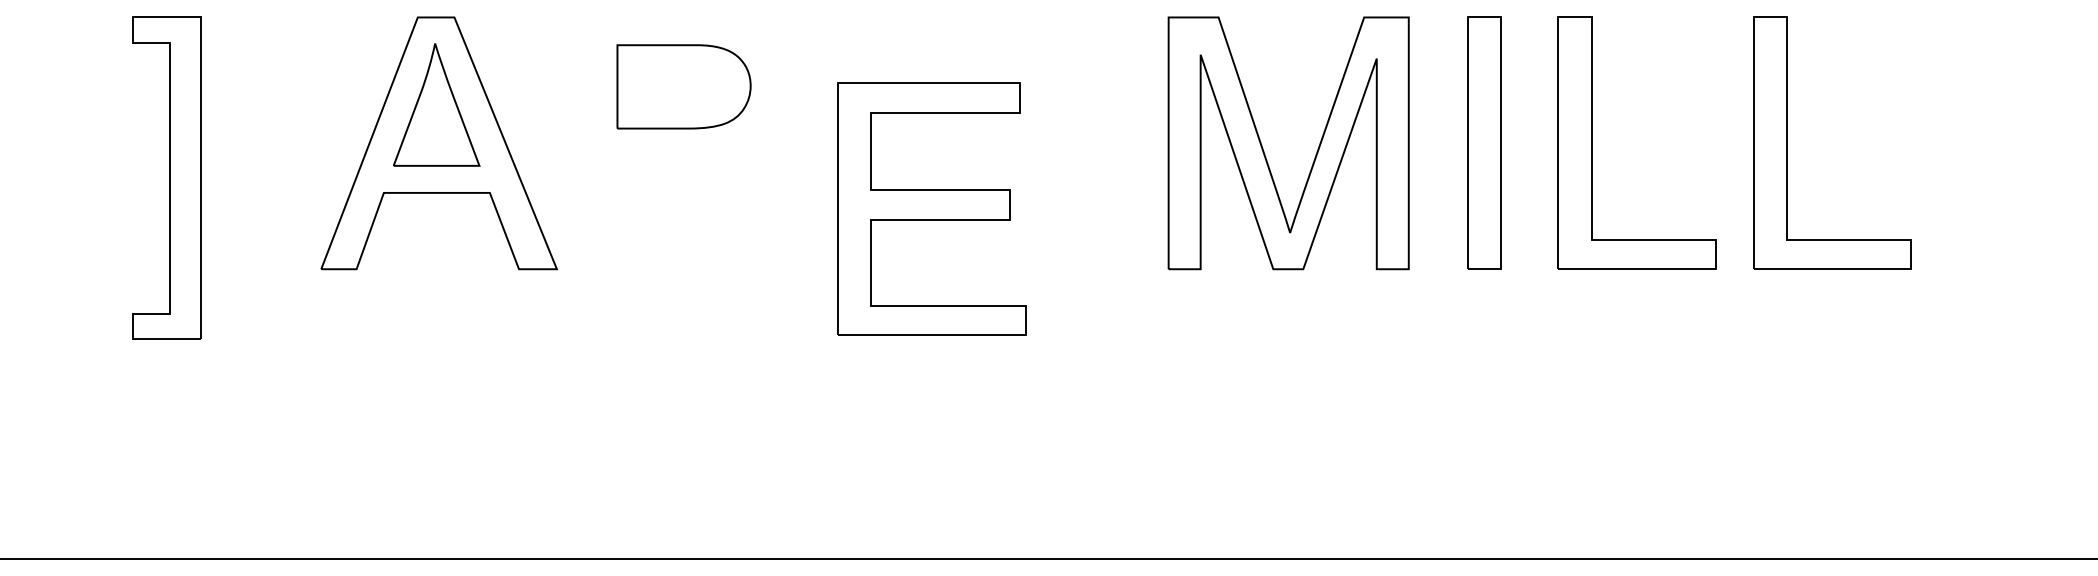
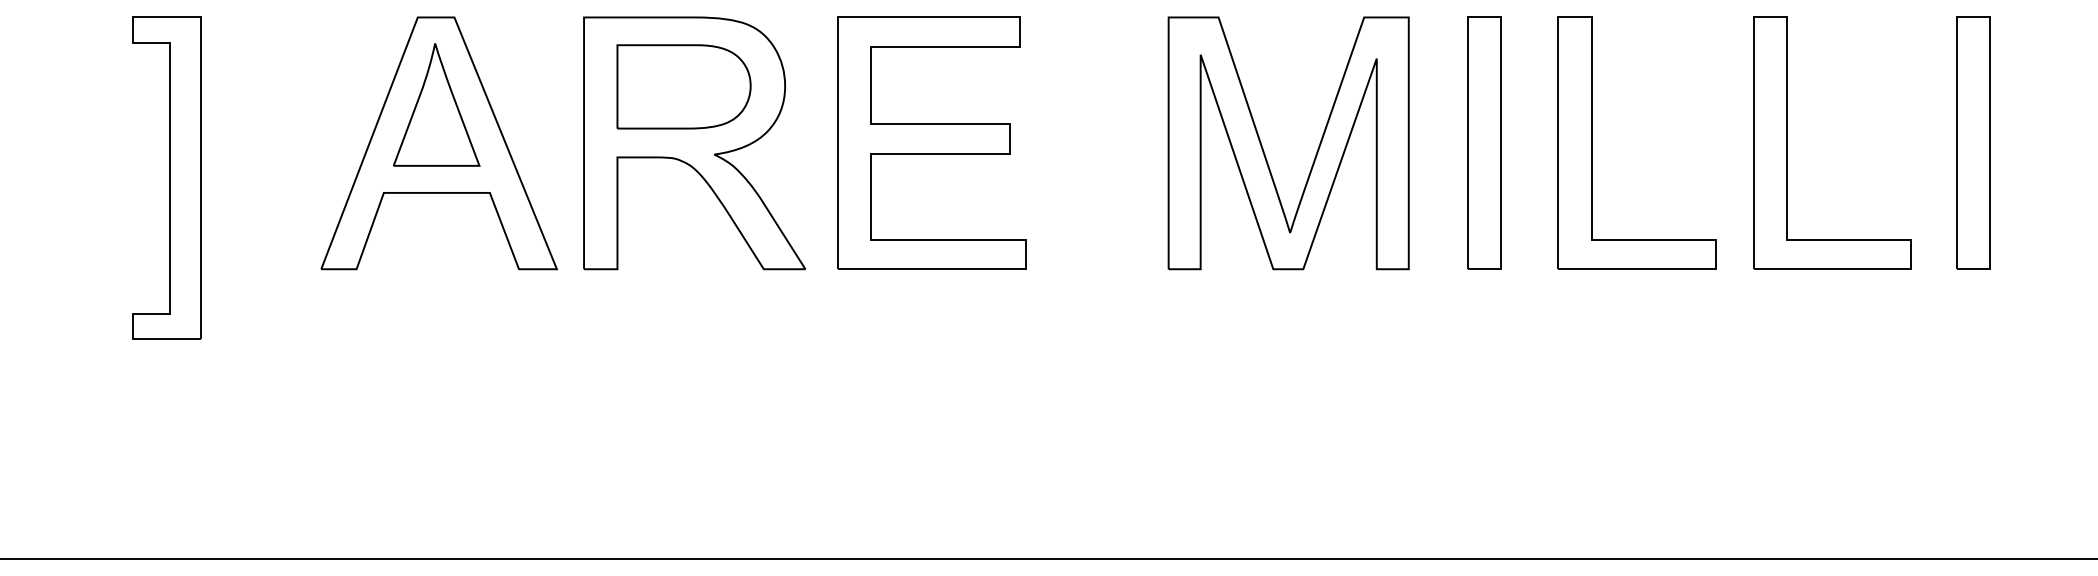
part at (1973, 142): none -> present
part at (694, 143): none -> present
part at (931, 208) position: (931, 208) -> (931, 142)
